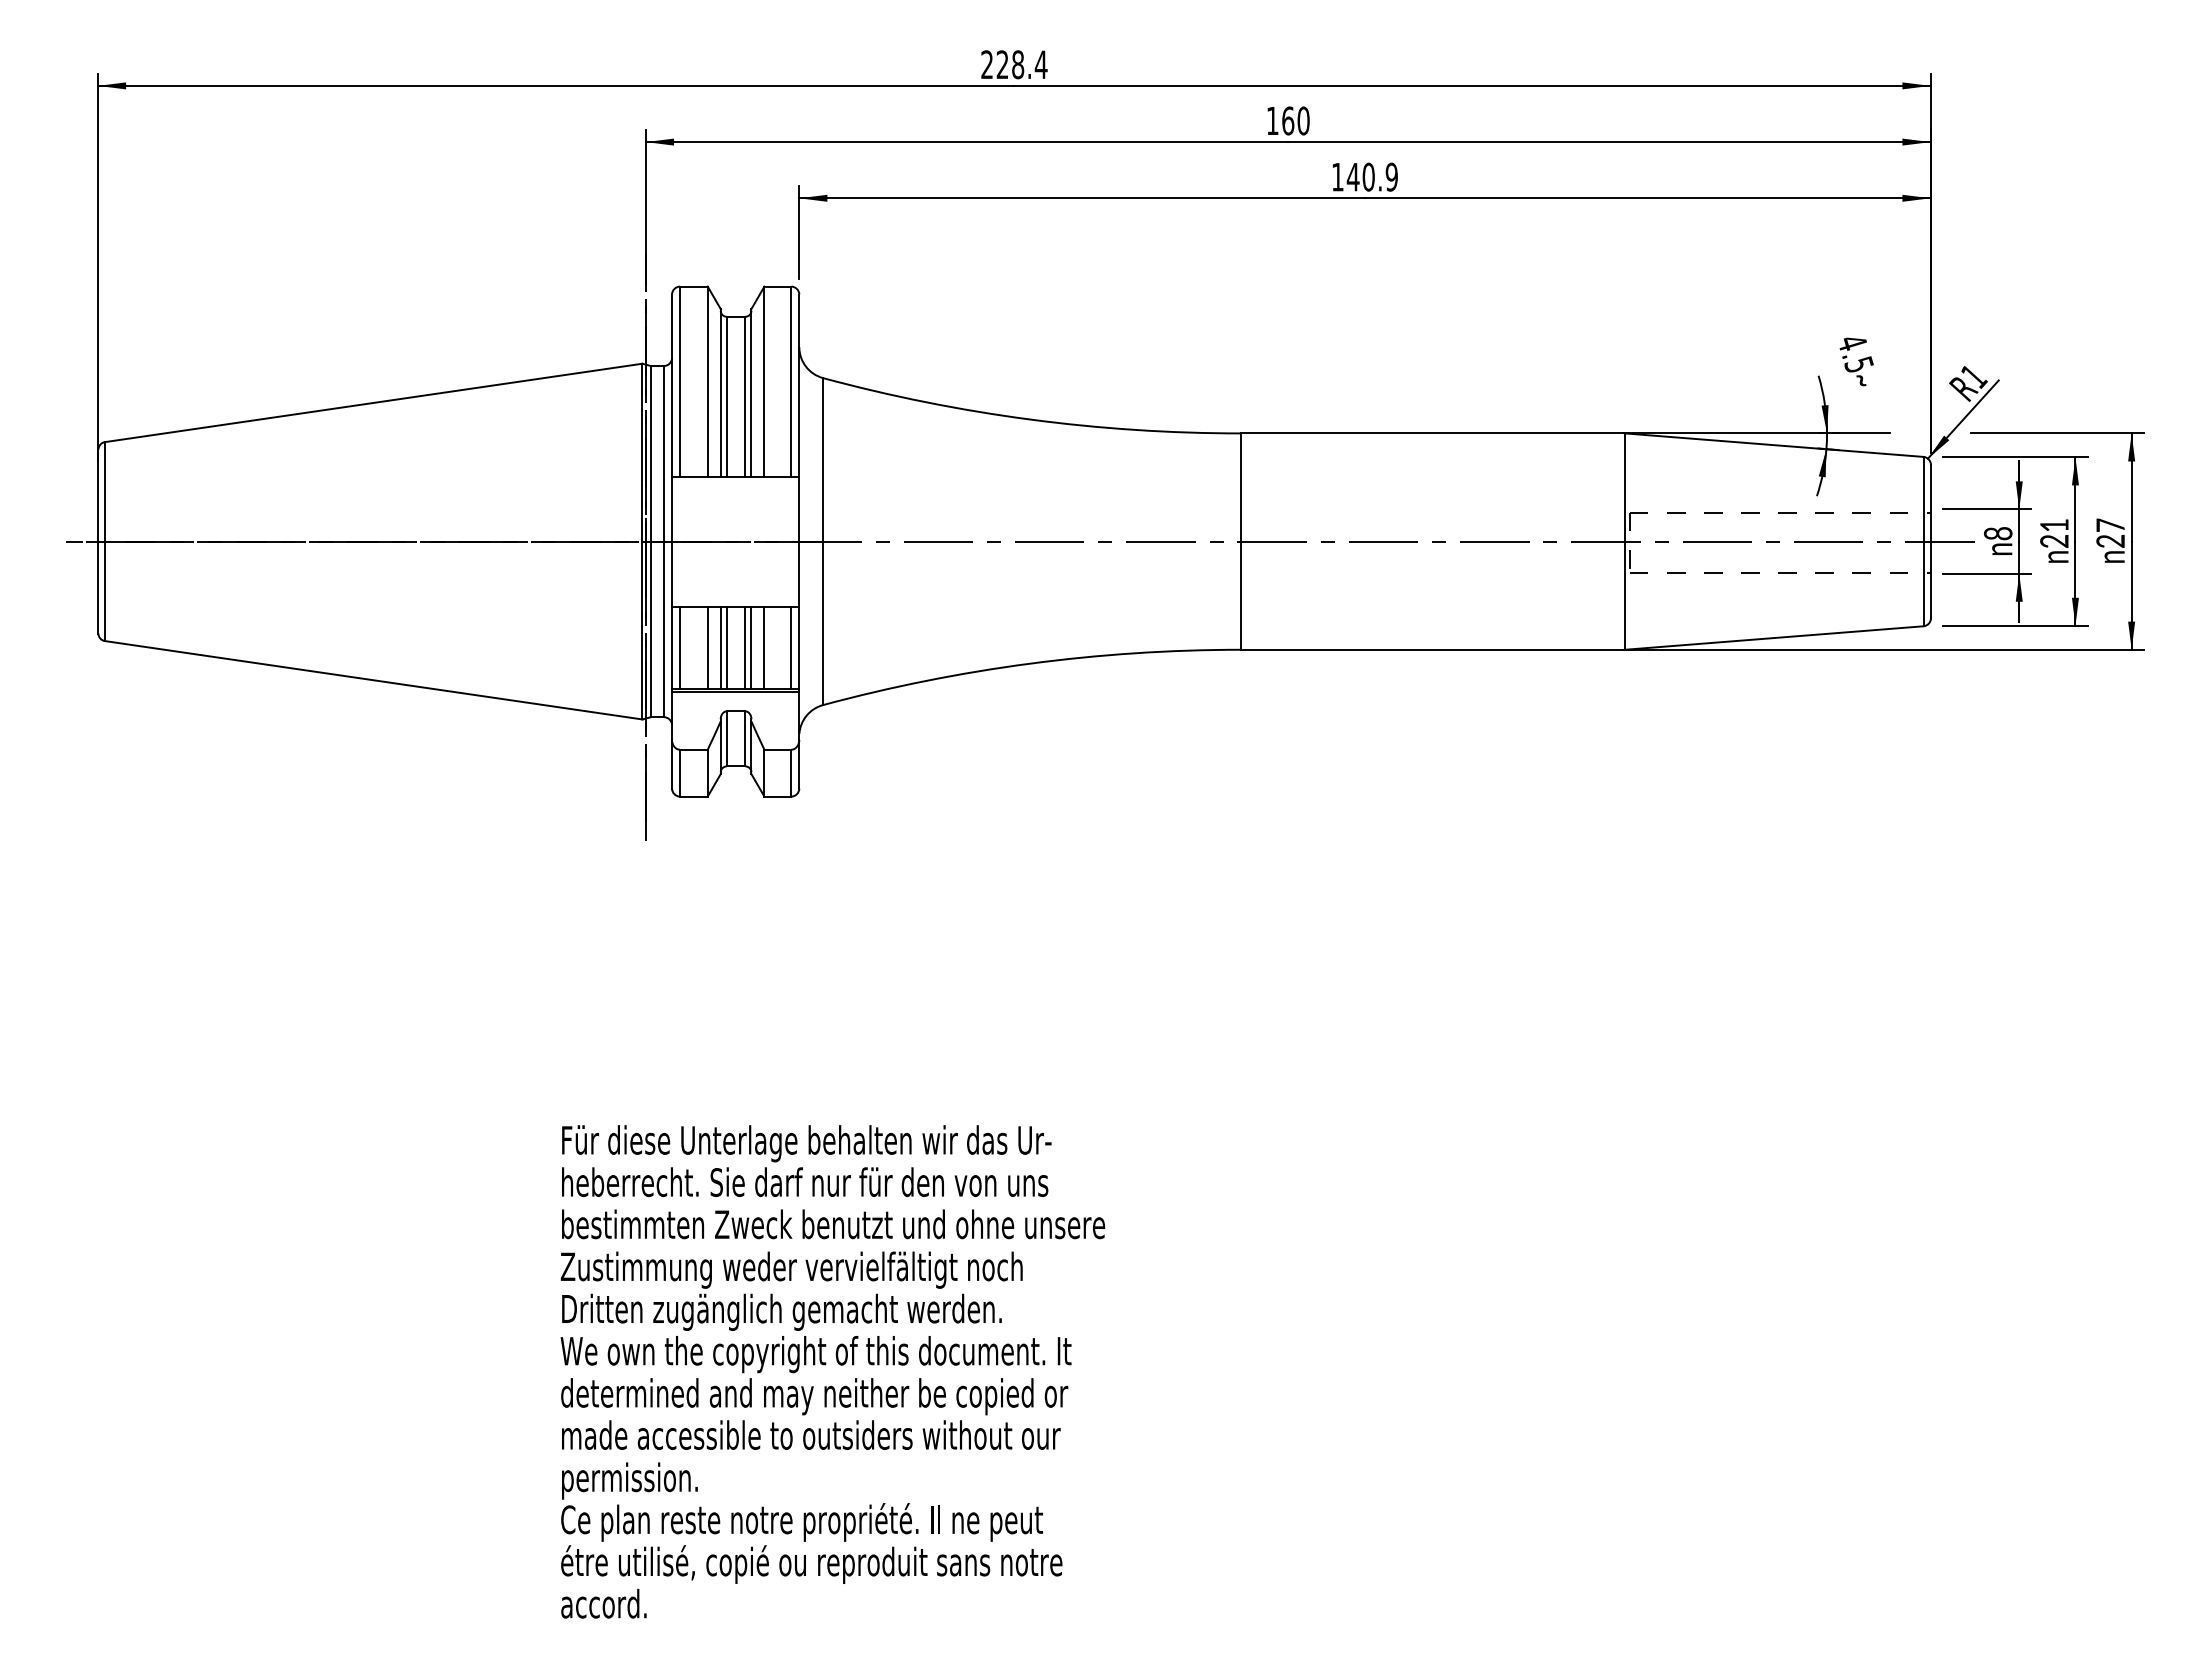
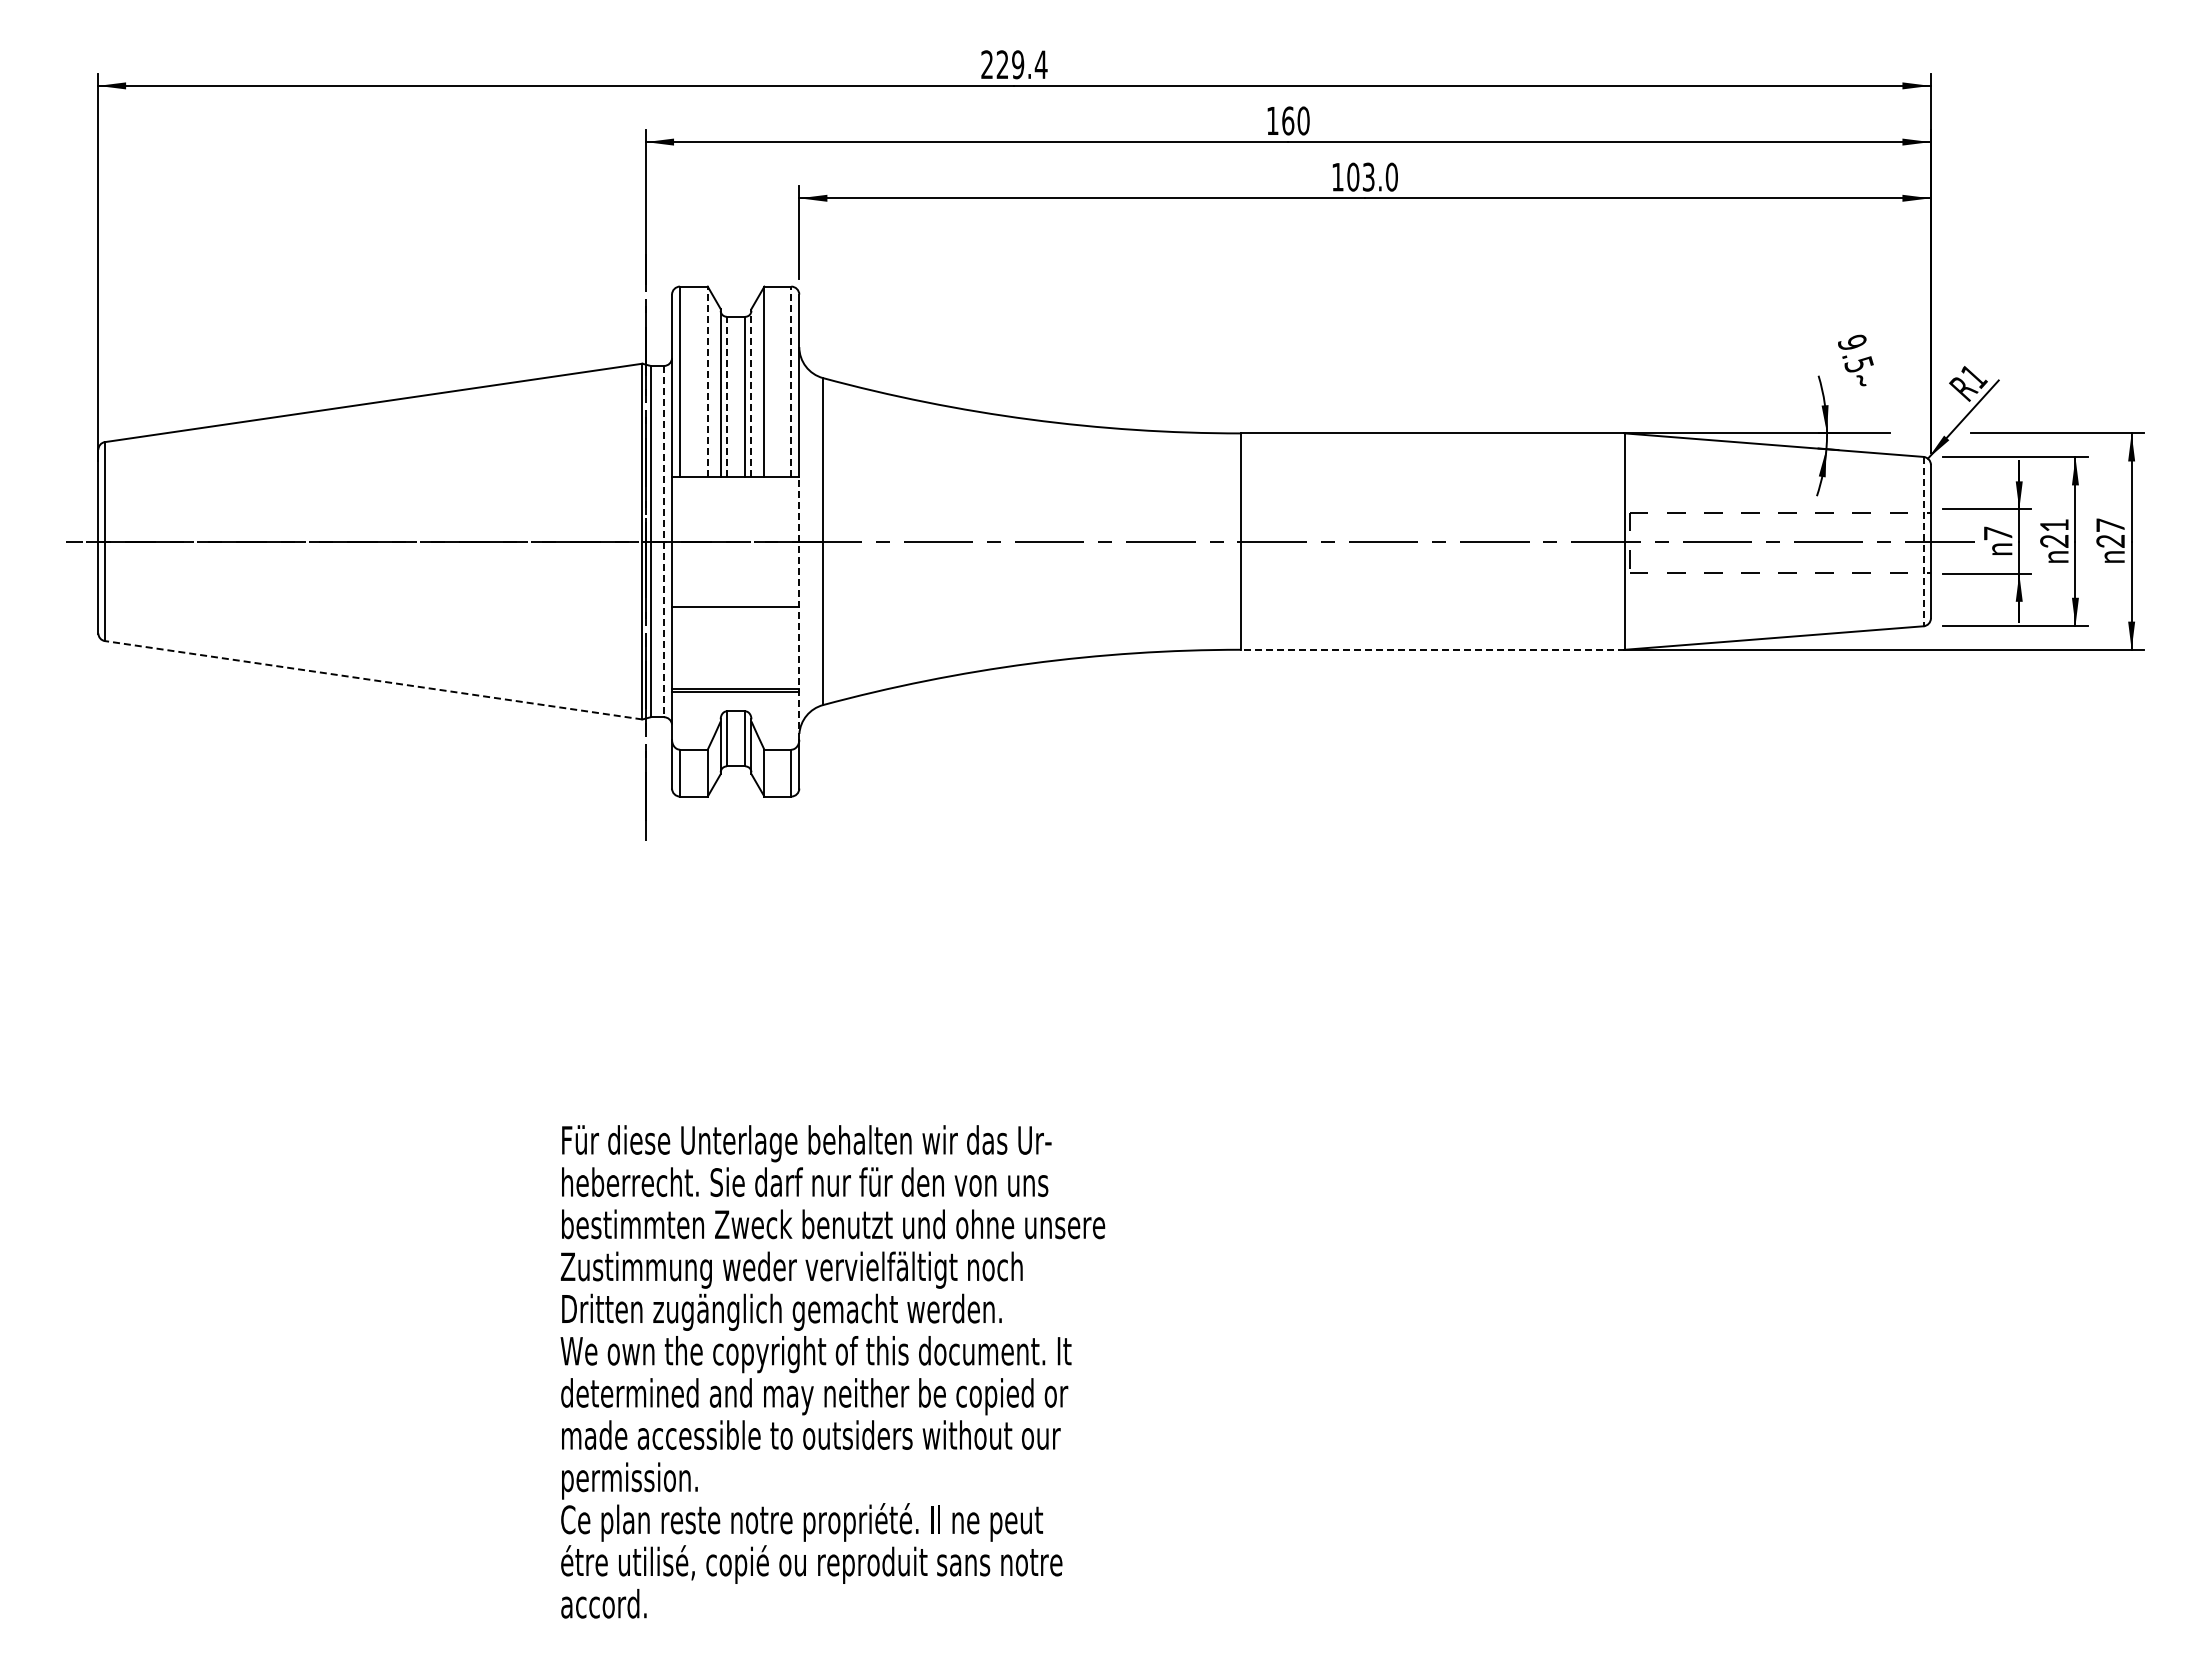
text at (1018, 64): 228.4 -> 229.4
text at (1371, 176): 140.9 -> 103.0
text at (1852, 342): 4.5 -> 9.5
line at (707, 381): solid -> dashed
line at (791, 381): solid -> dashed
line at (751, 392): solid -> dashed
line at (726, 396): solid -> dashed
text at (1997, 533): 8 -> 7
line at (664, 541): solid -> dashed
line at (1923, 541): solid -> dashed
line at (799, 608): solid -> dashed
line at (680, 647): present -> none
line at (707, 647): present -> none
line at (720, 647): present -> none
line at (726, 647): present -> none
line at (745, 647): present -> none
line at (751, 647): present -> none
line at (764, 647): present -> none
line at (791, 647): present -> none
line at (1432, 649): solid -> dashed
line at (373, 680): solid -> dashed
